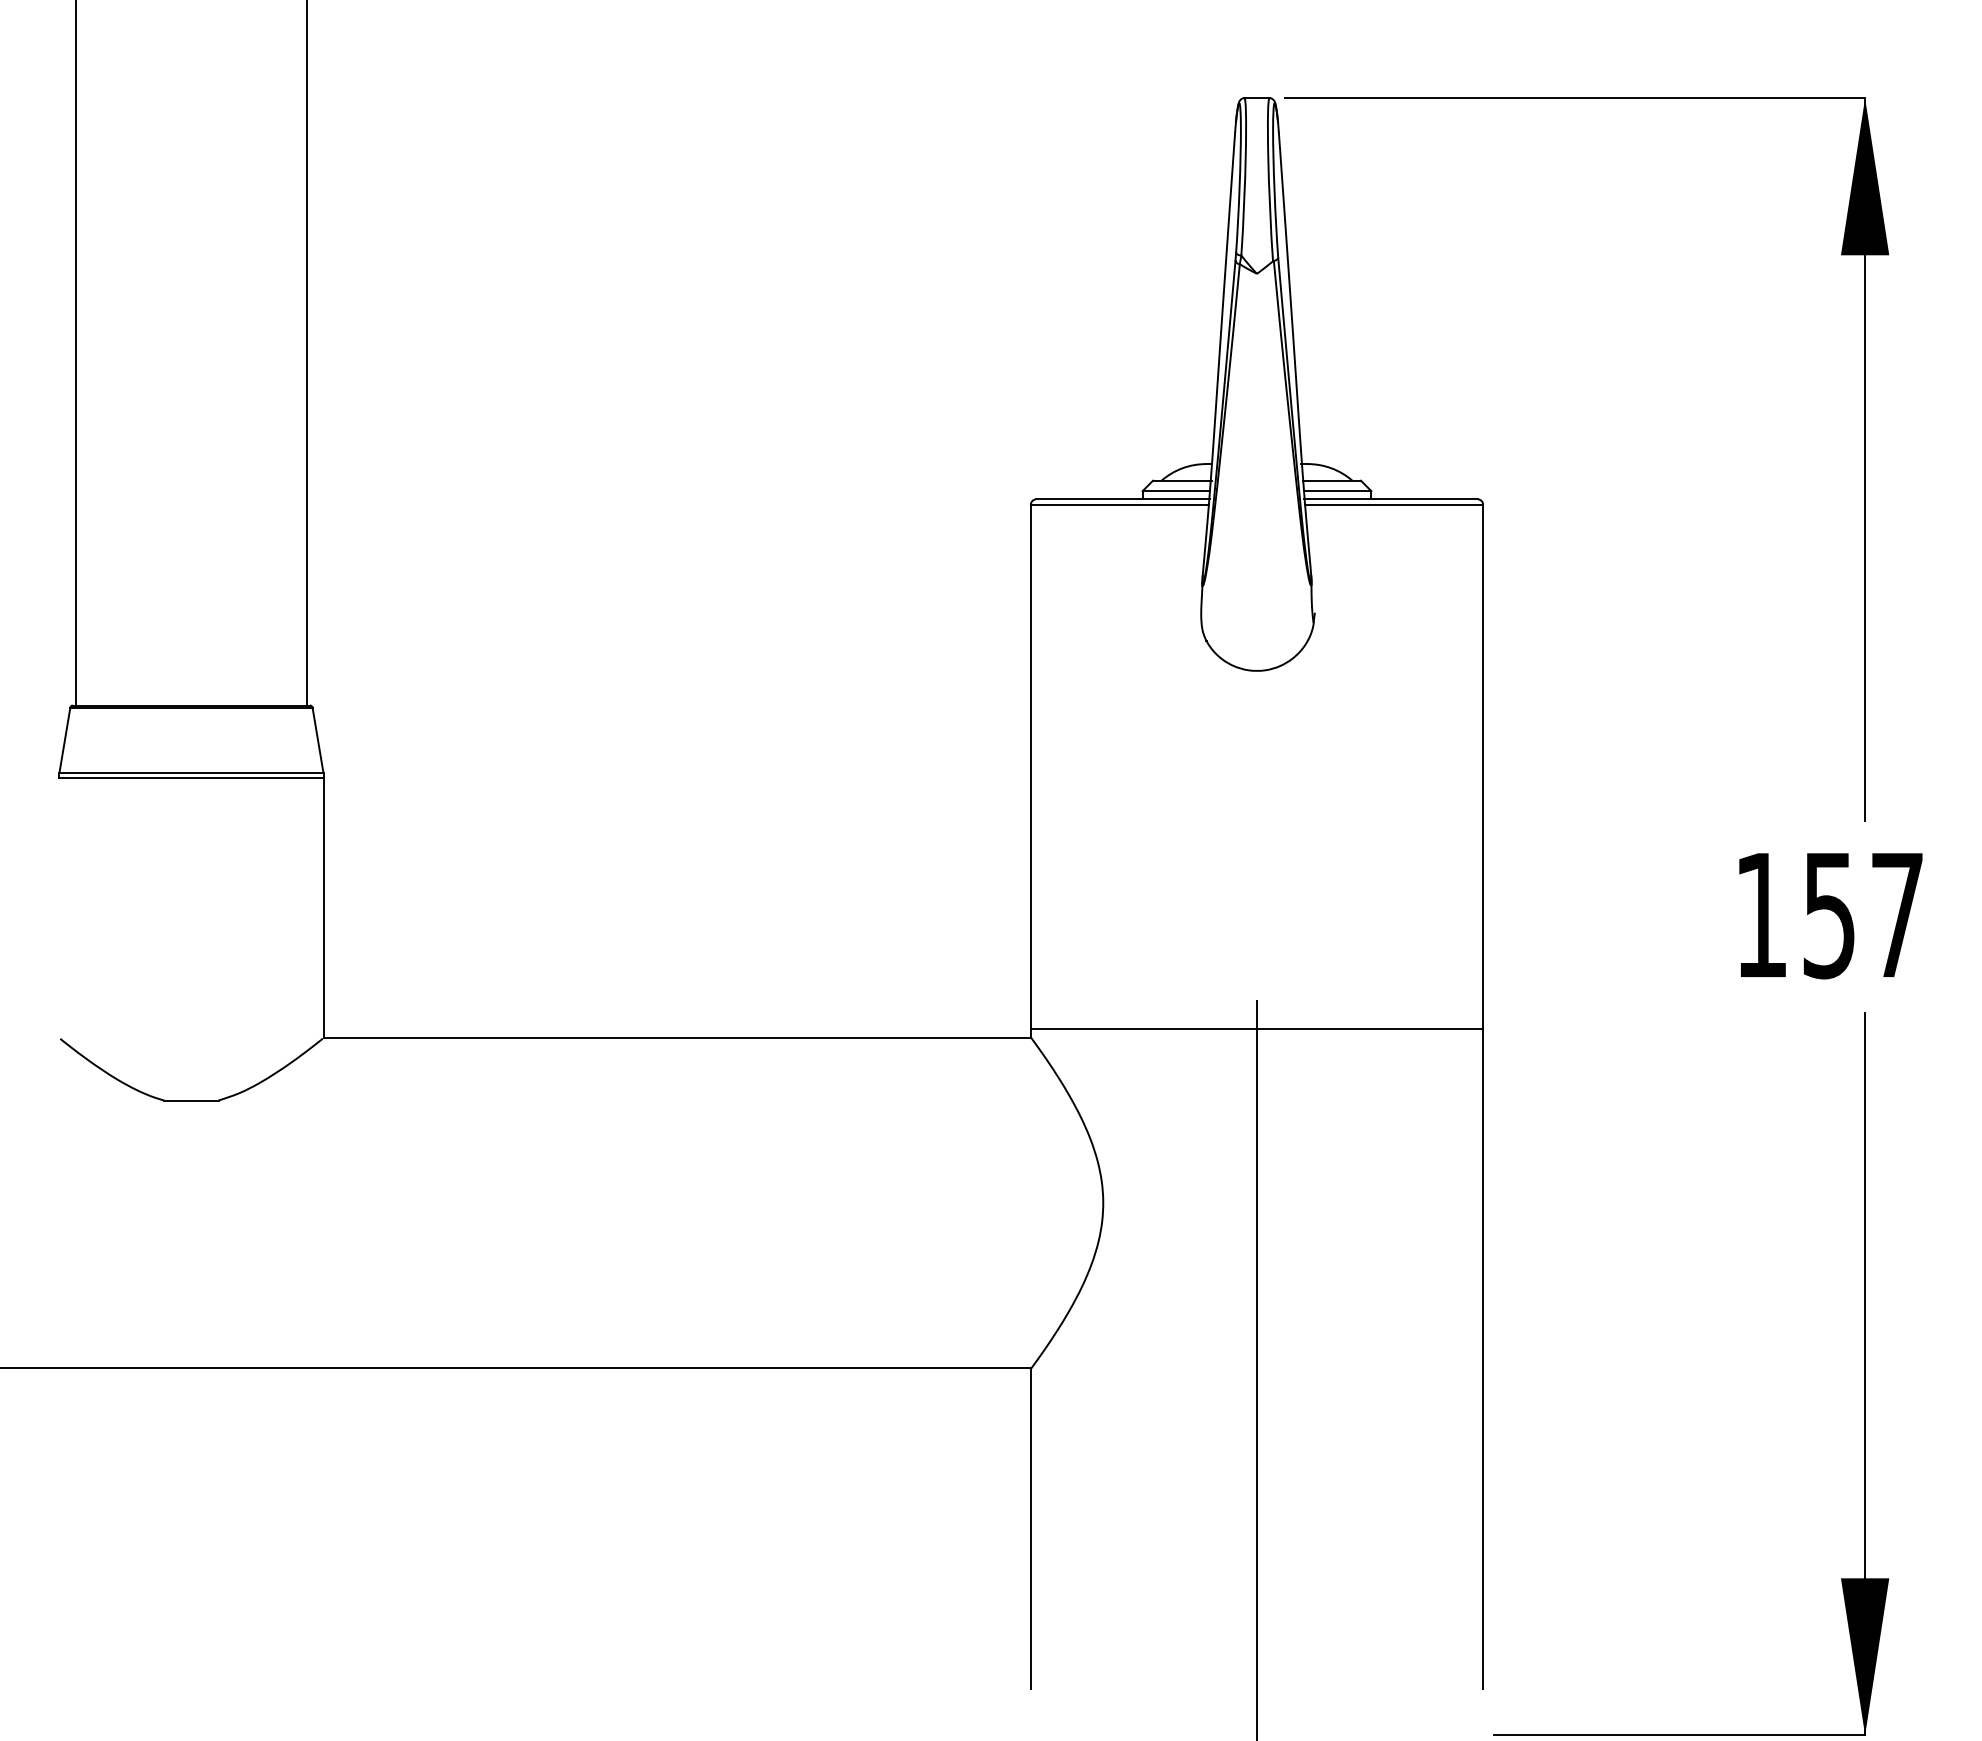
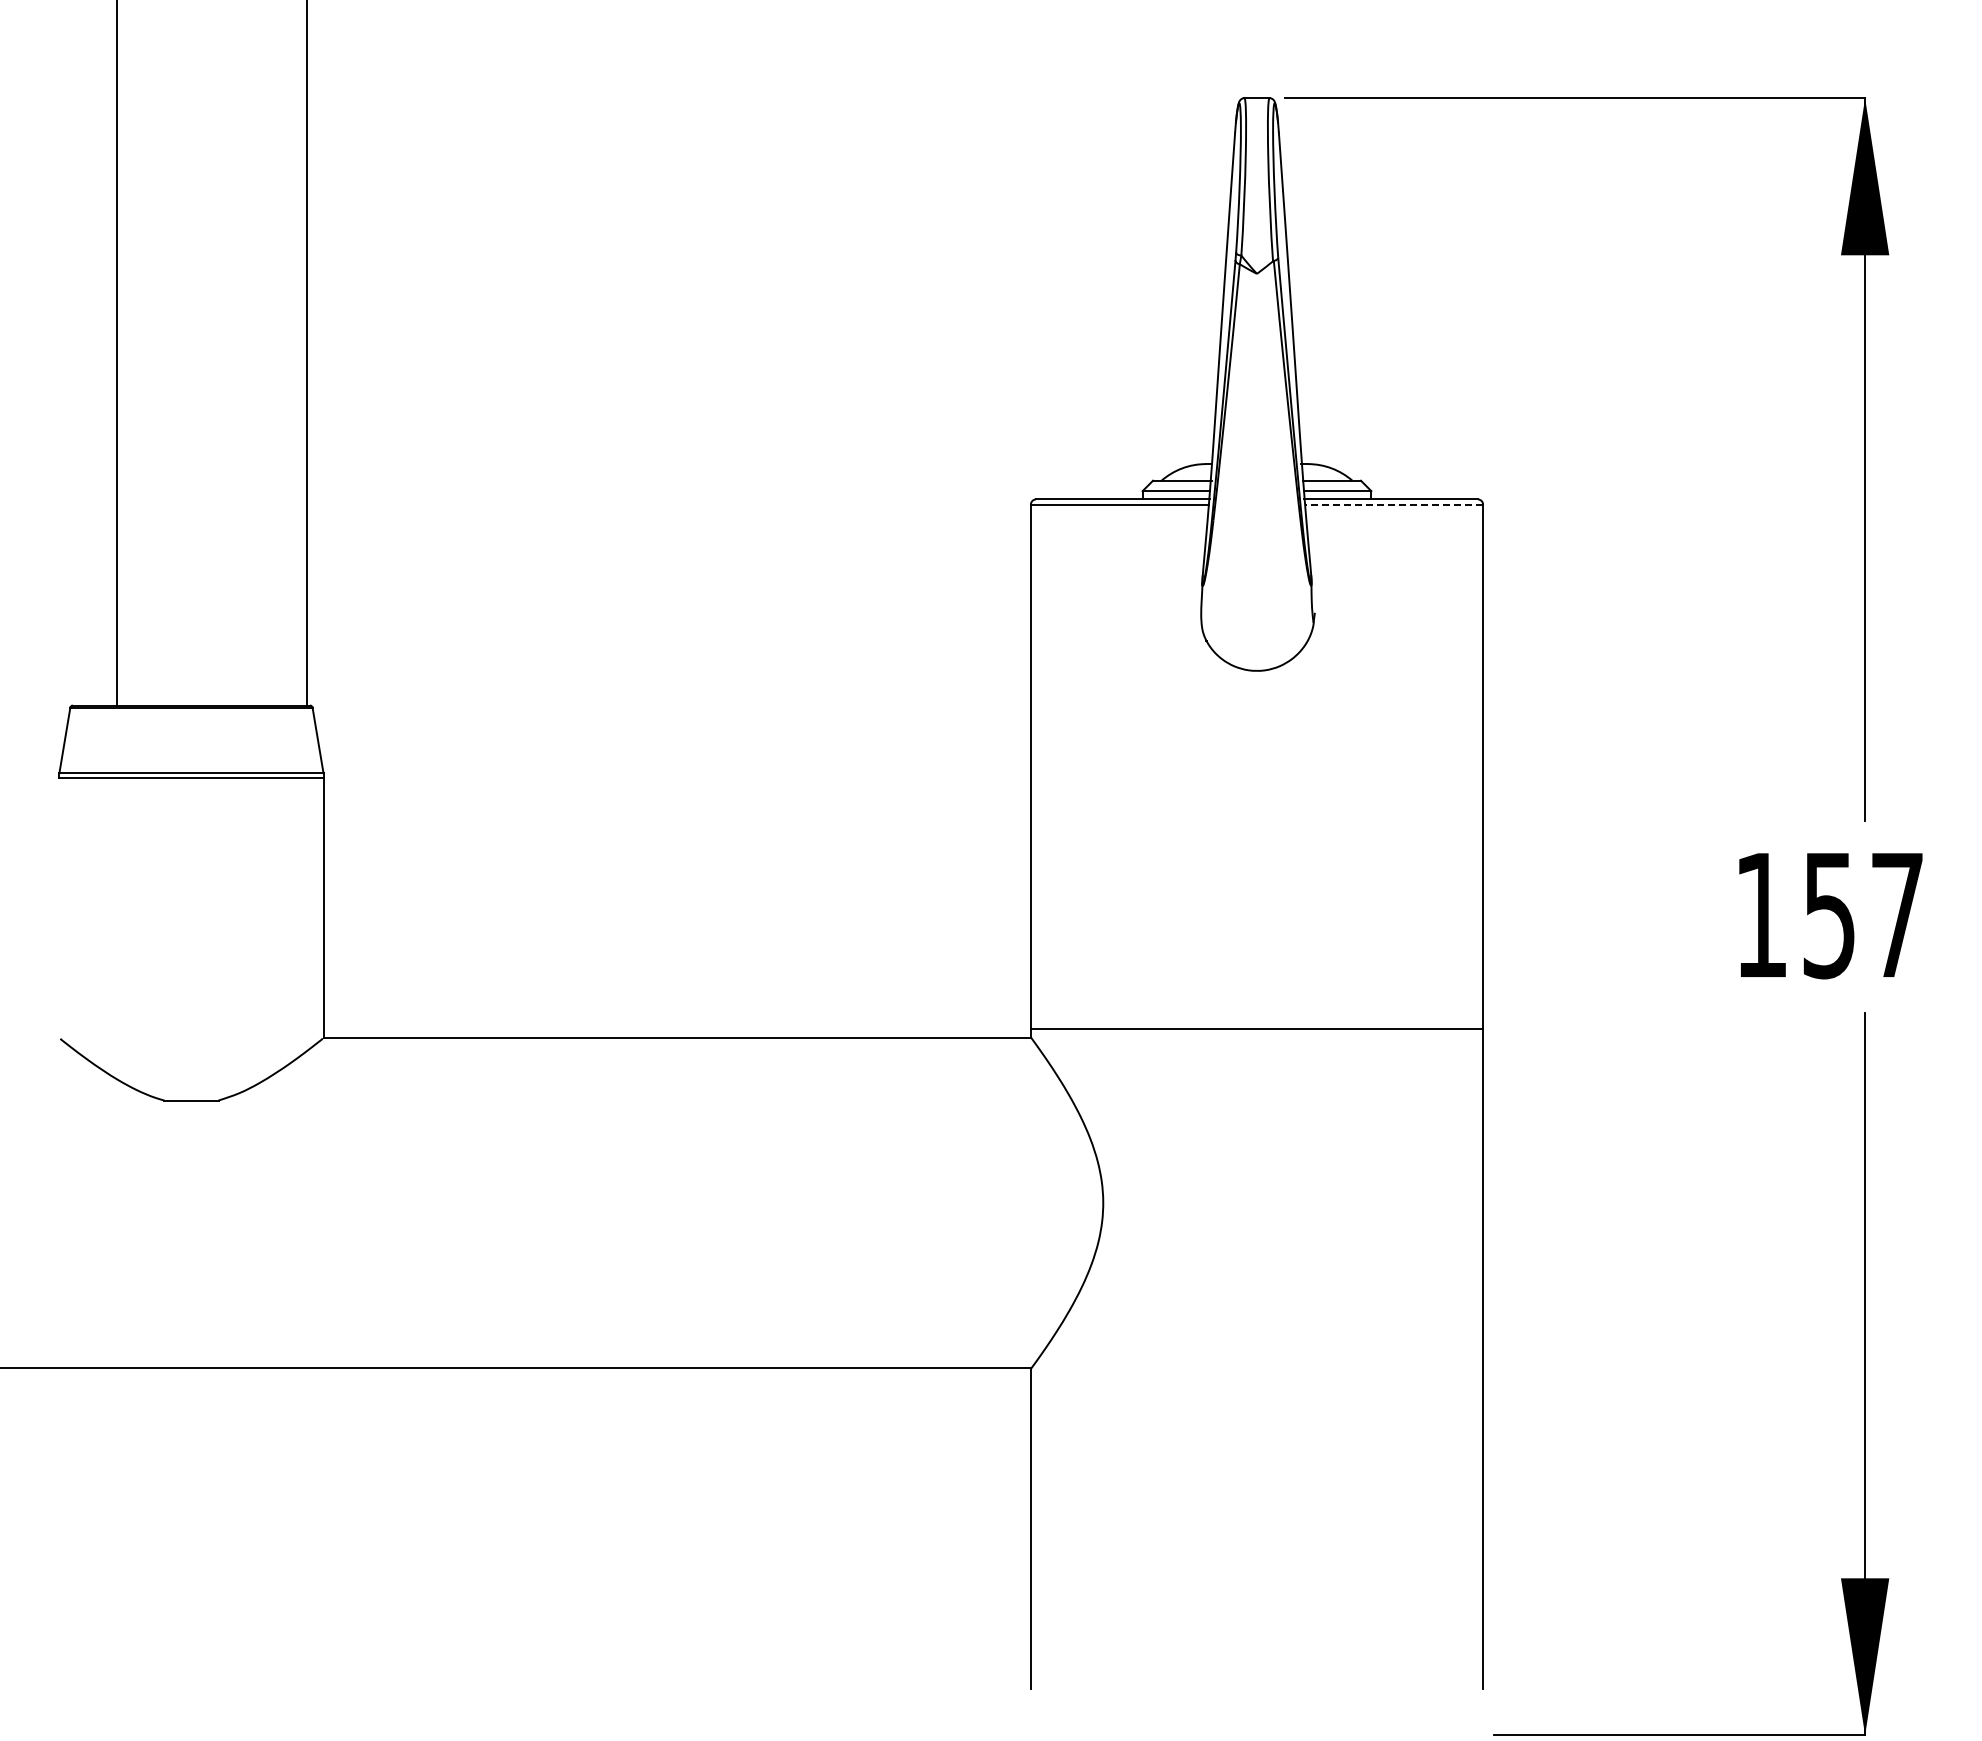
line at (75, 353) position: (75, 353) -> (116, 353)
line at (1393, 504): solid -> dashed
line at (1256, 1368): present -> none
